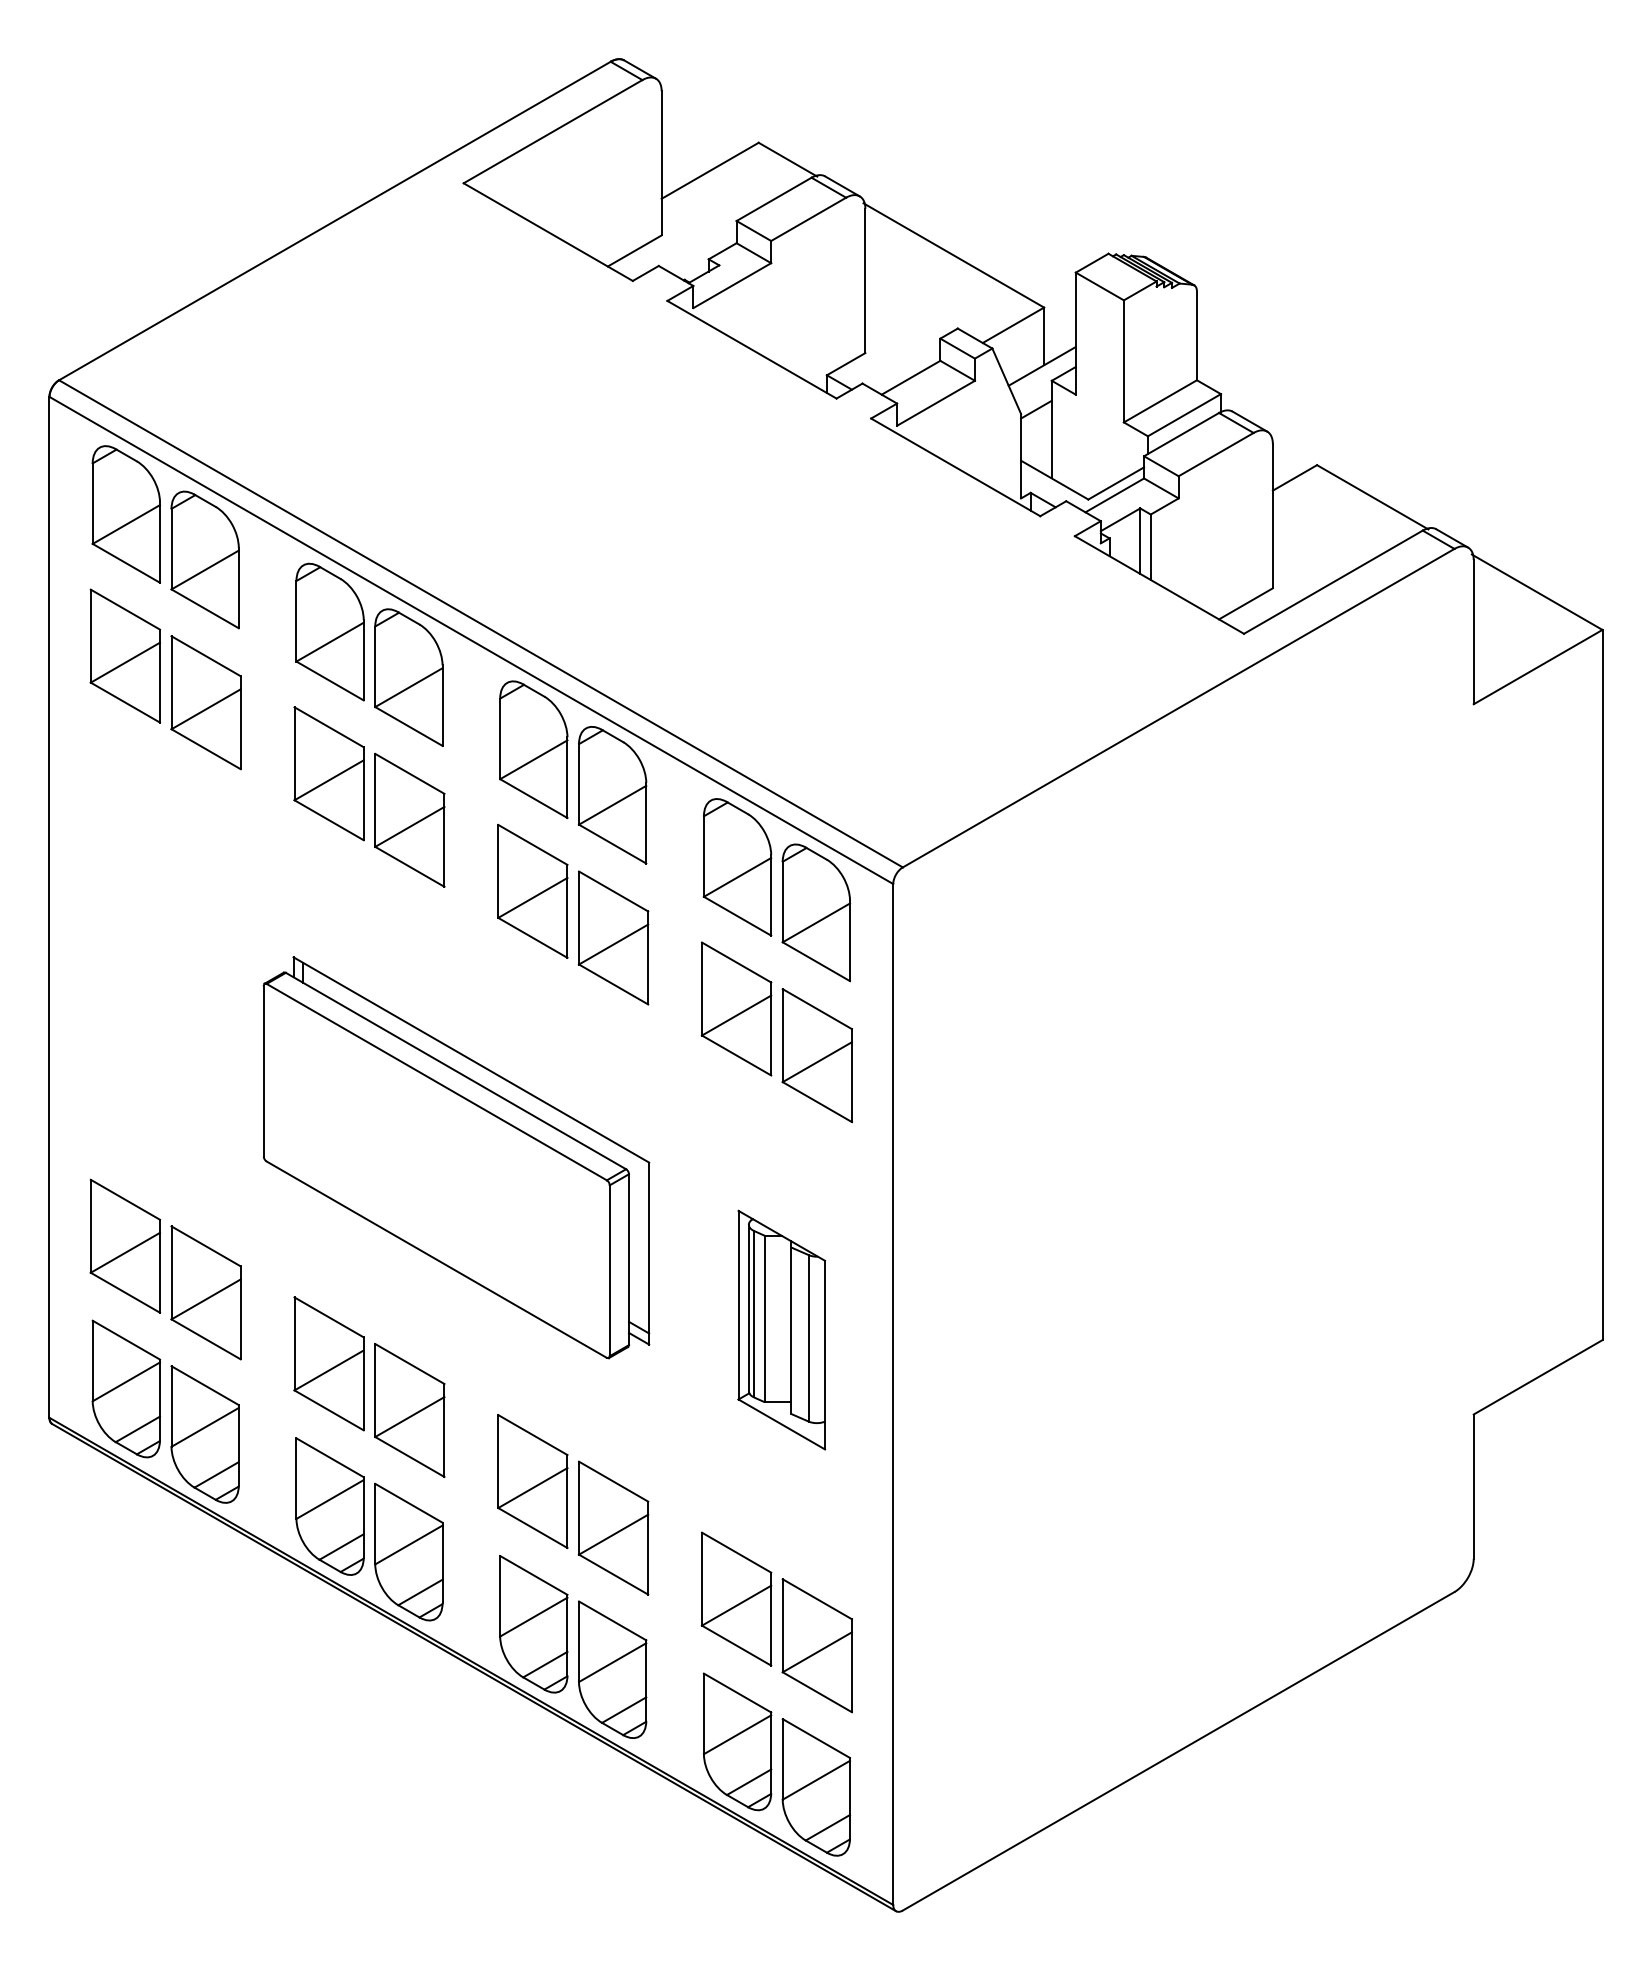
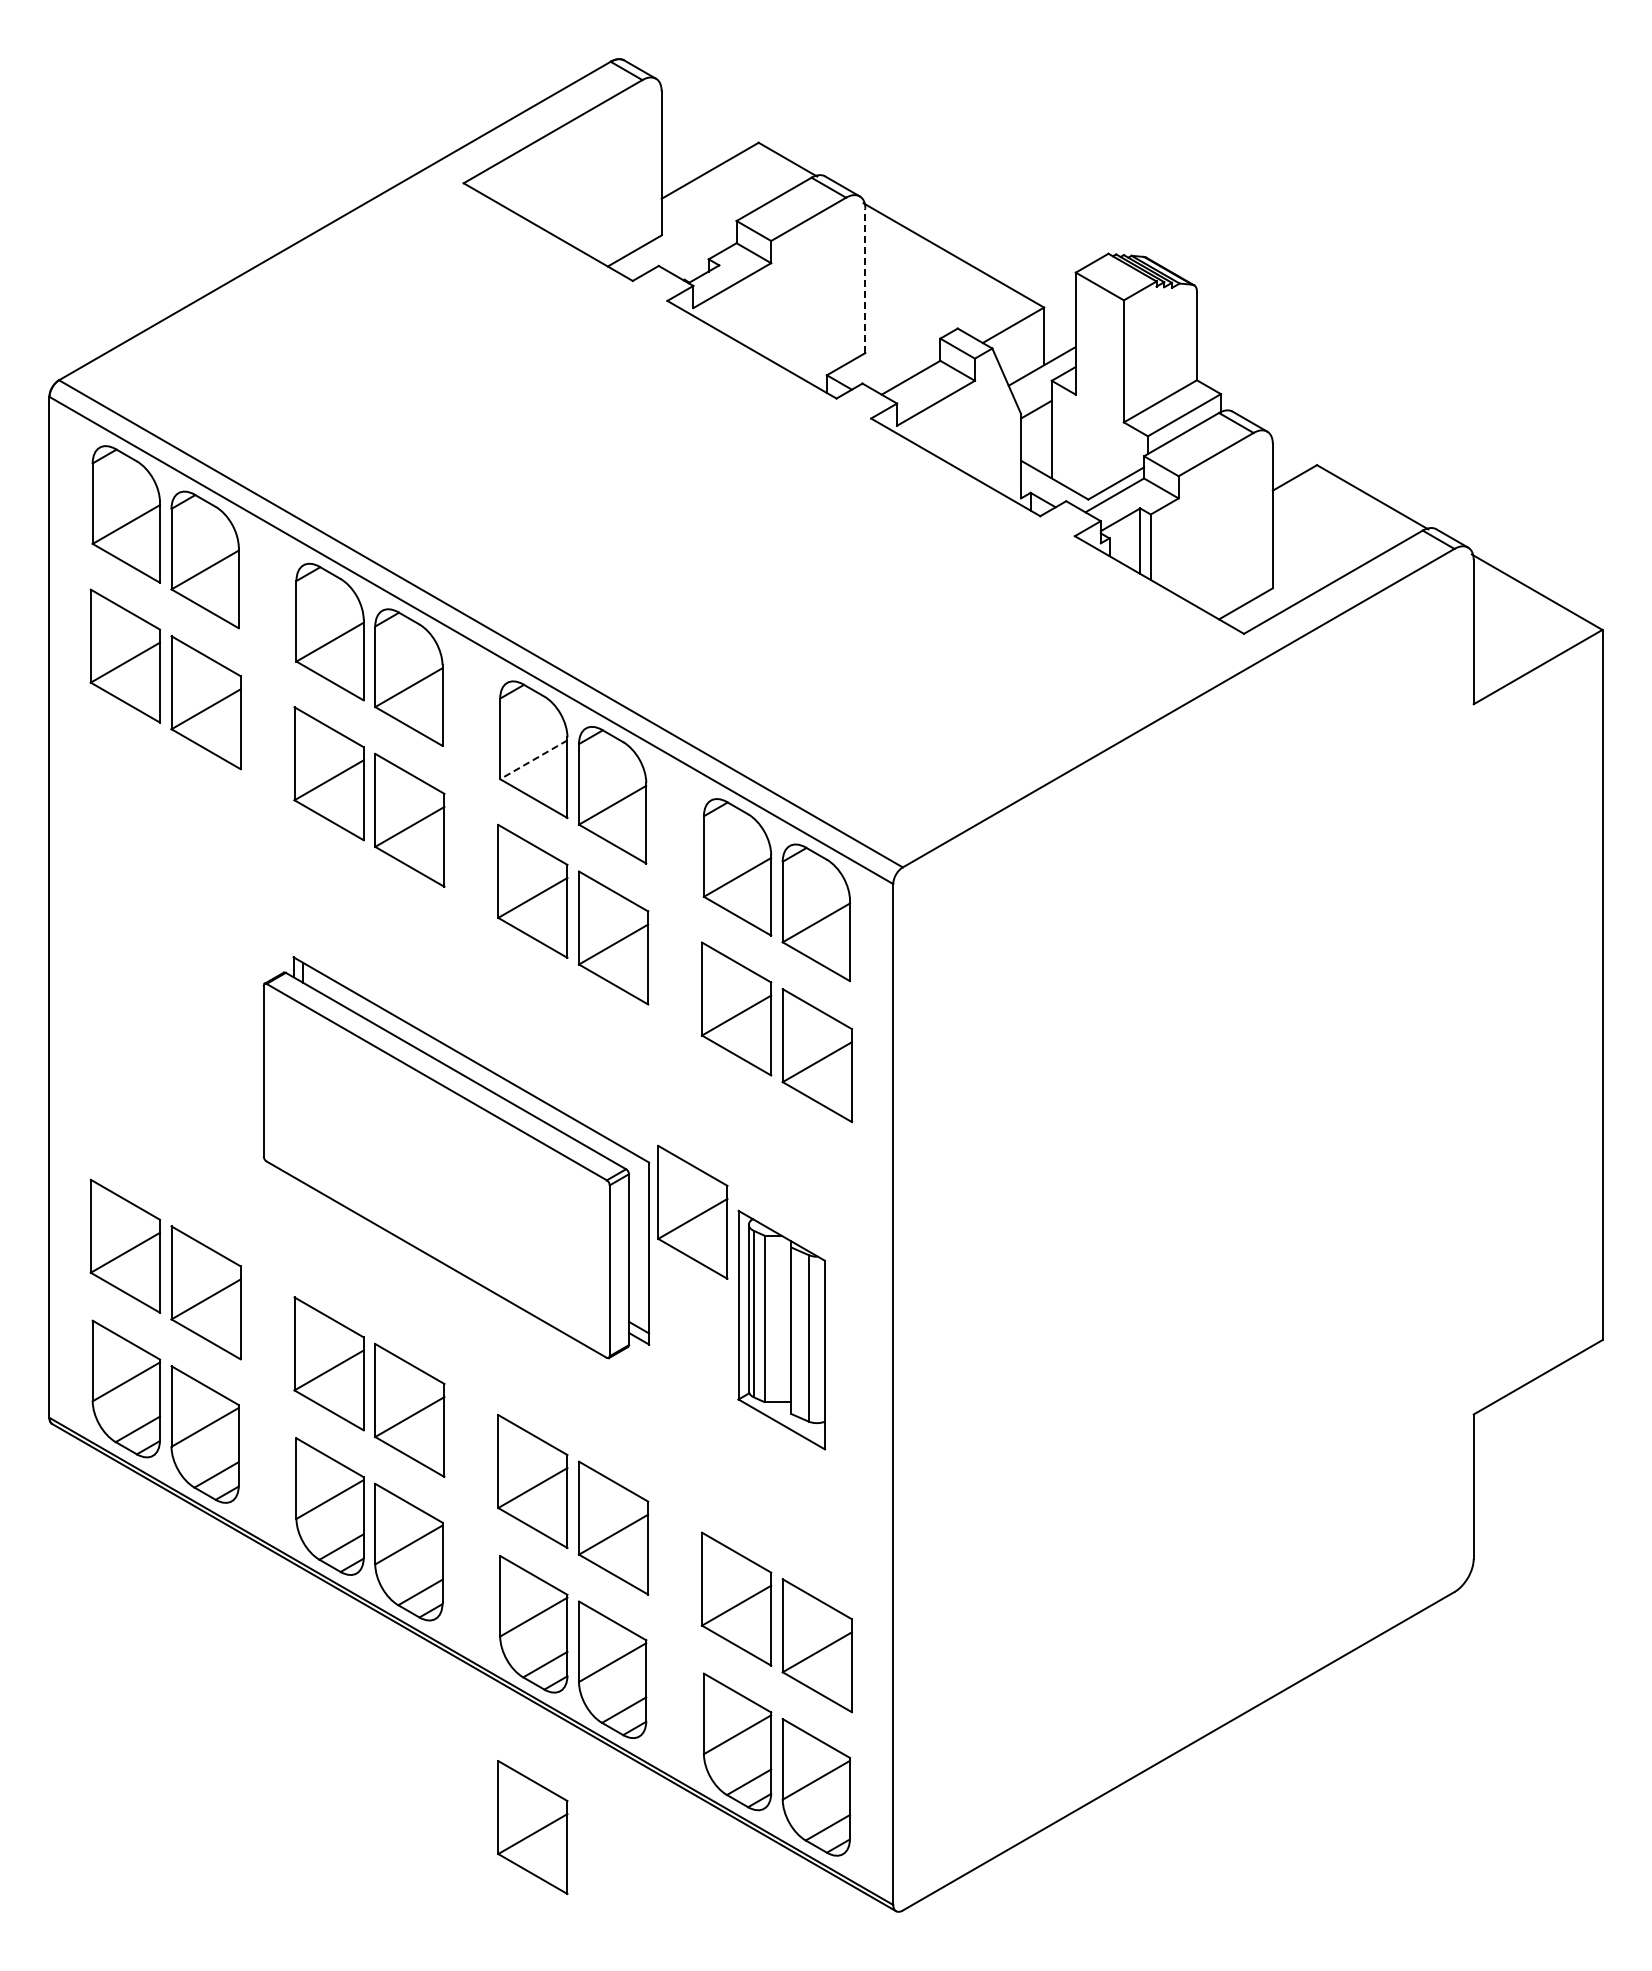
line at (865, 280): solid -> dashed
line at (533, 759): solid -> dashed
part at (692, 1211): none -> present
part at (532, 1827): none -> present
